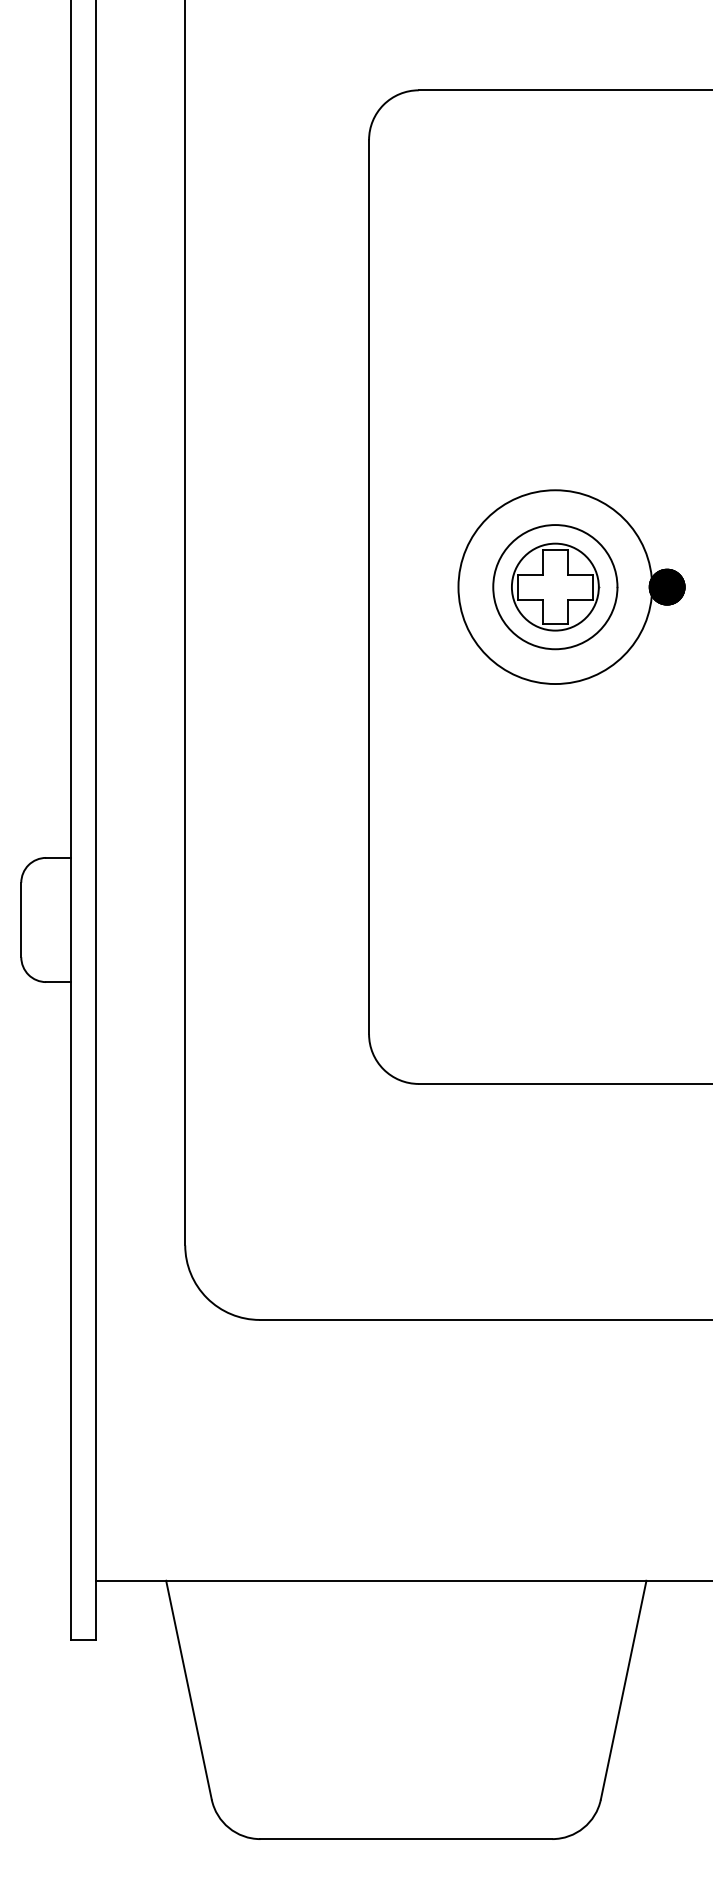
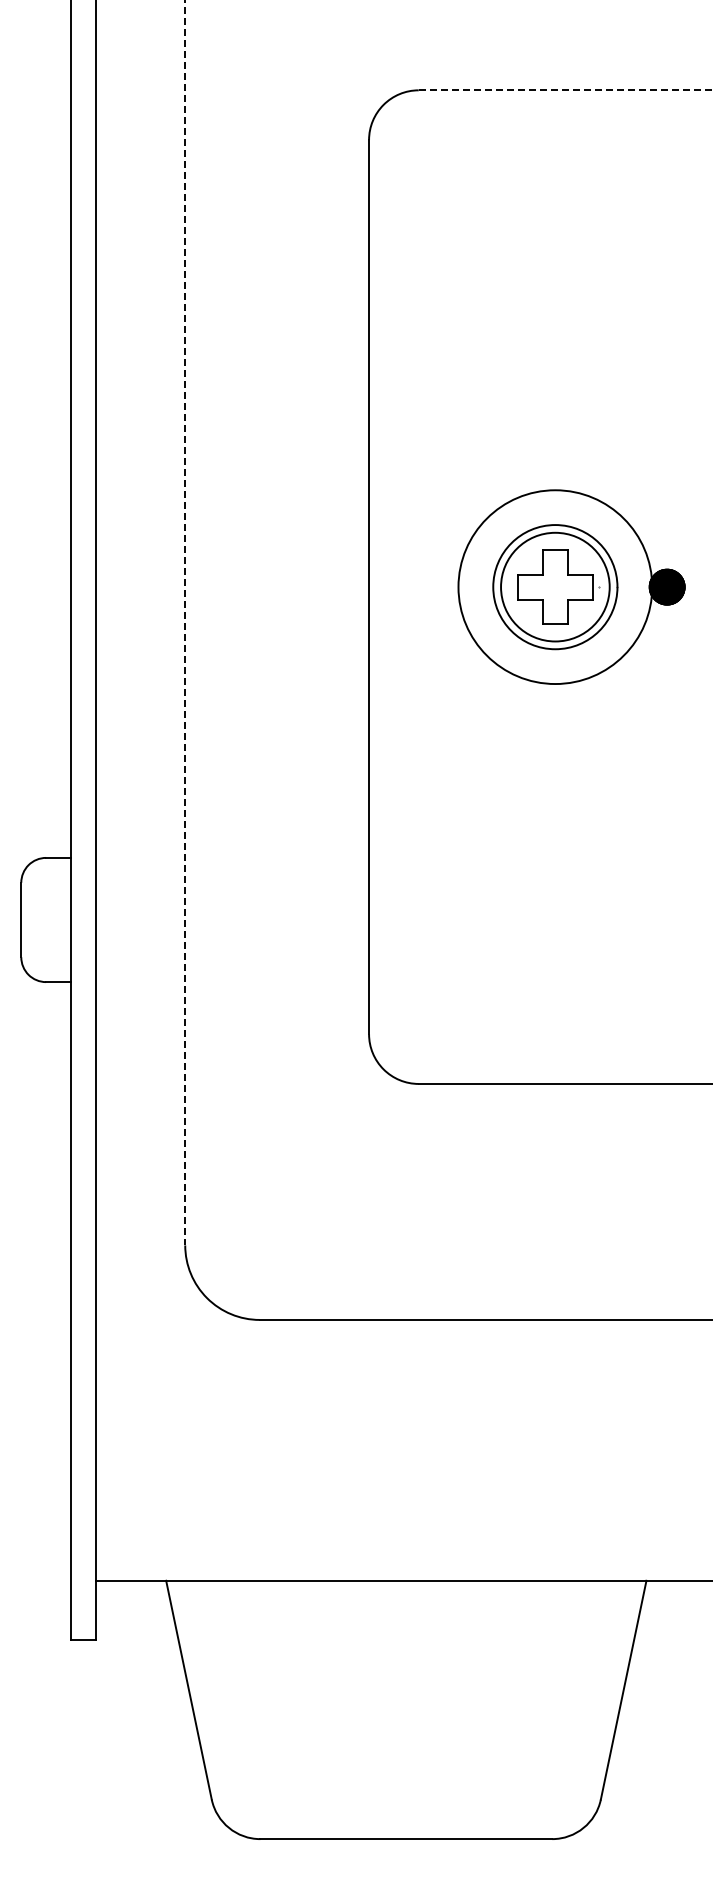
line at (565, 90): solid -> dashed
circle at (554, 586) diameter: 87 px -> 109 px
line at (185, 623): solid -> dashed
